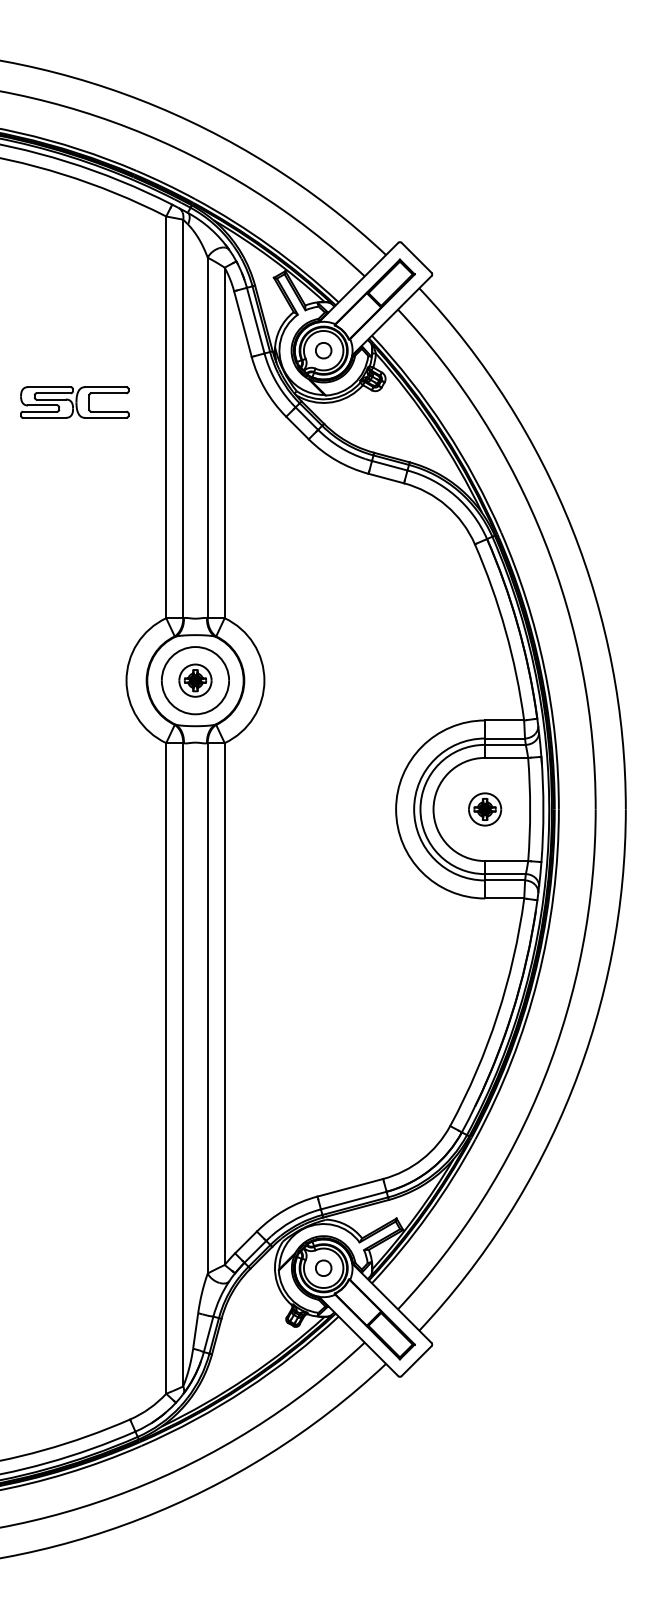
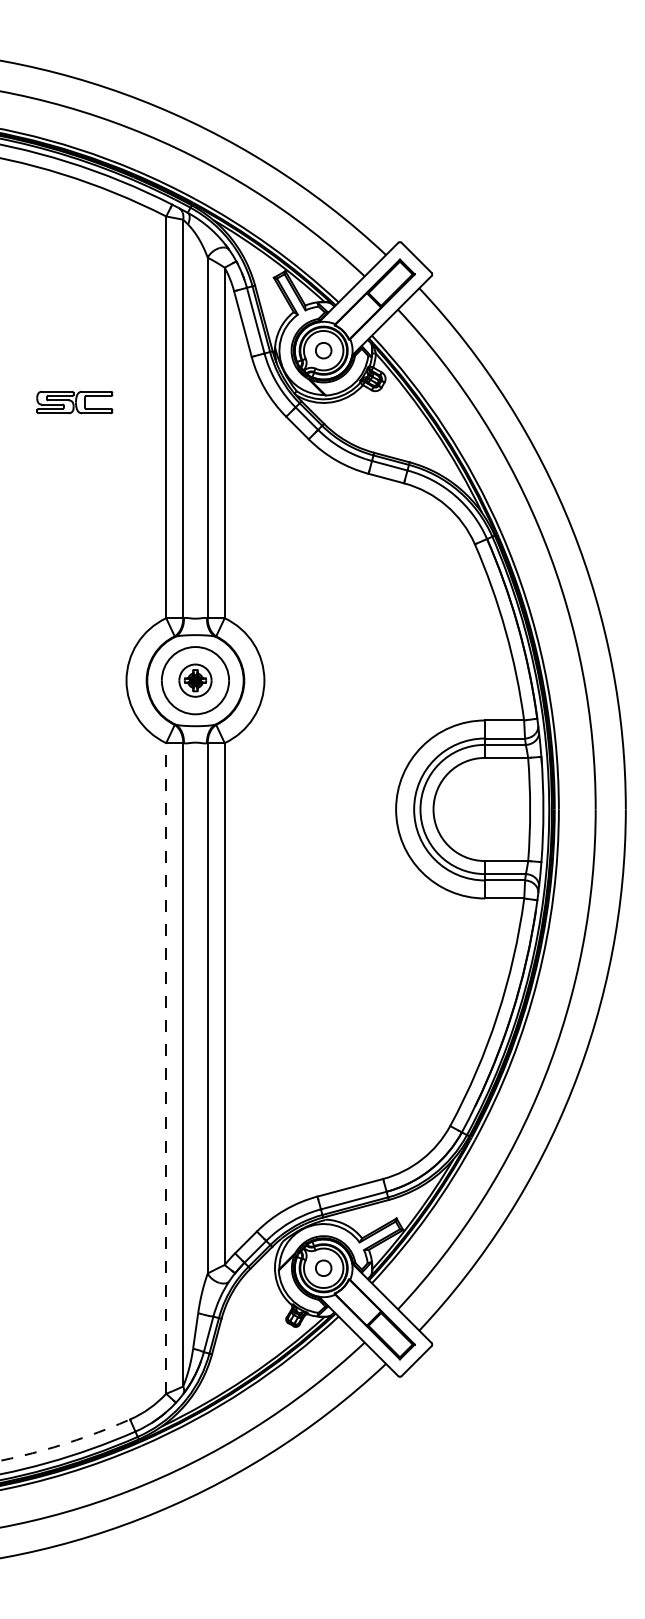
part at (74, 402) size: 110x33 px -> 78x25 px
part at (485, 809): present -> none
line at (166, 1067): solid -> dashed
arc at (65, 1443): solid -> dashed
